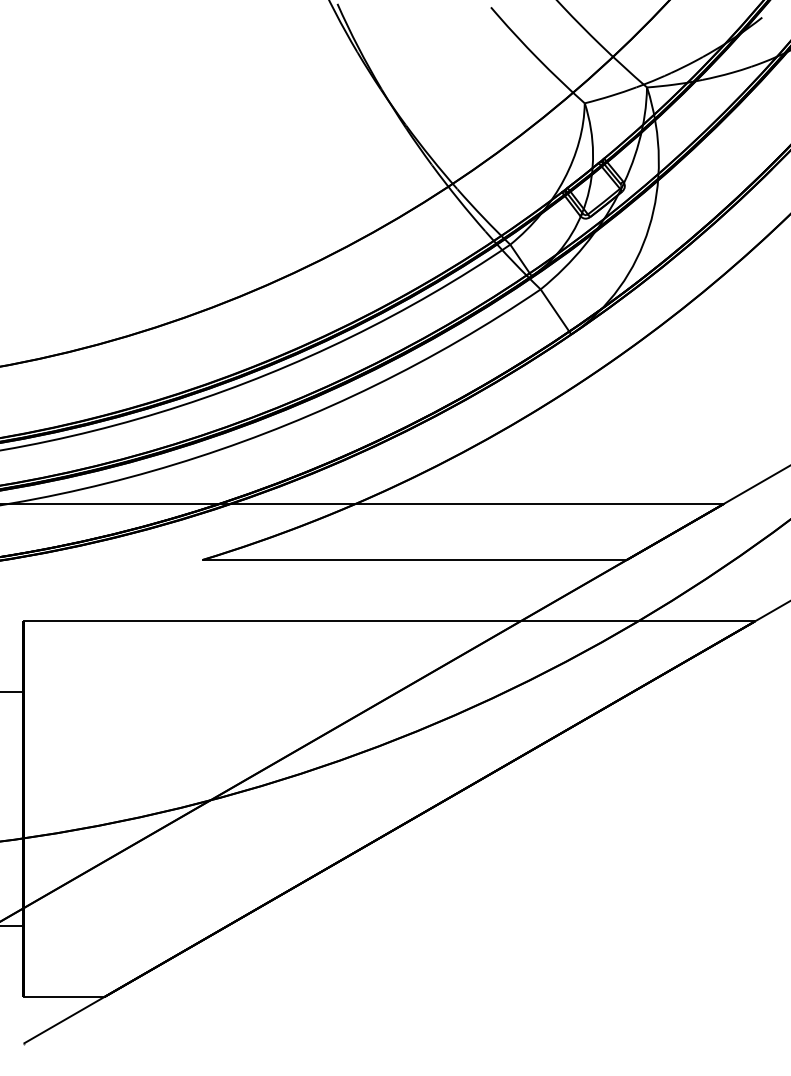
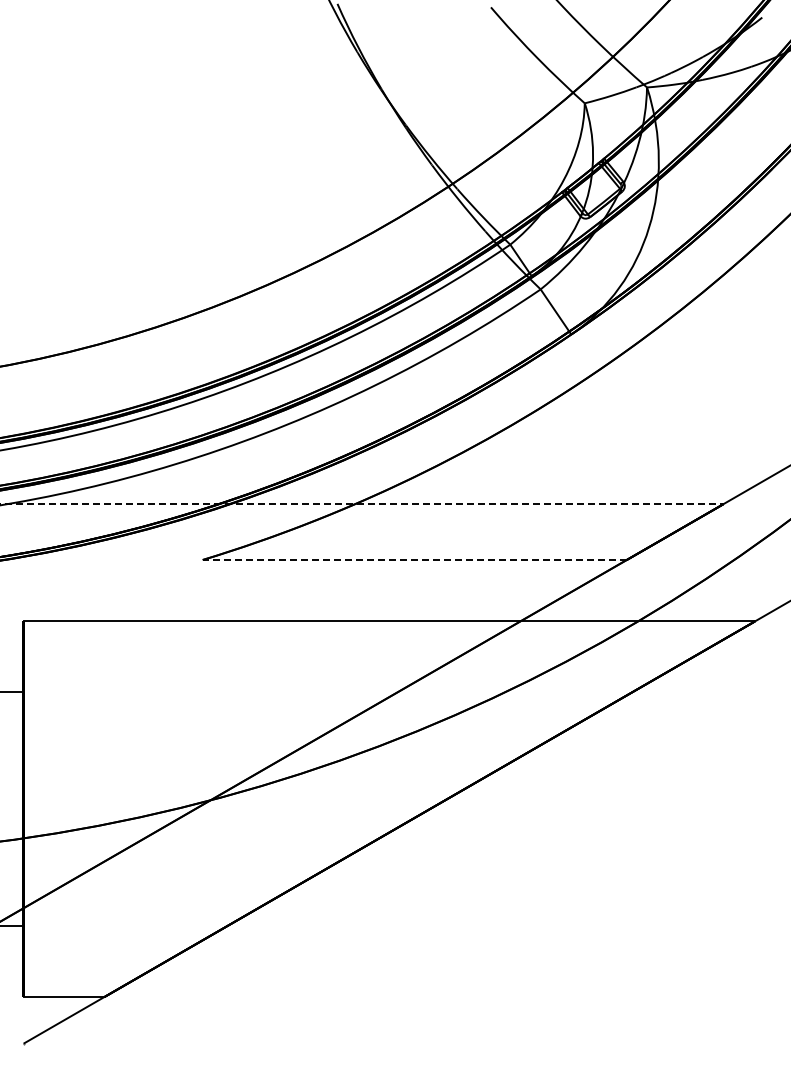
line at (361, 504): solid -> dashed
line at (414, 559): solid -> dashed
